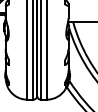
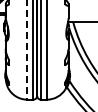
line at (27, 50): solid -> dashed
